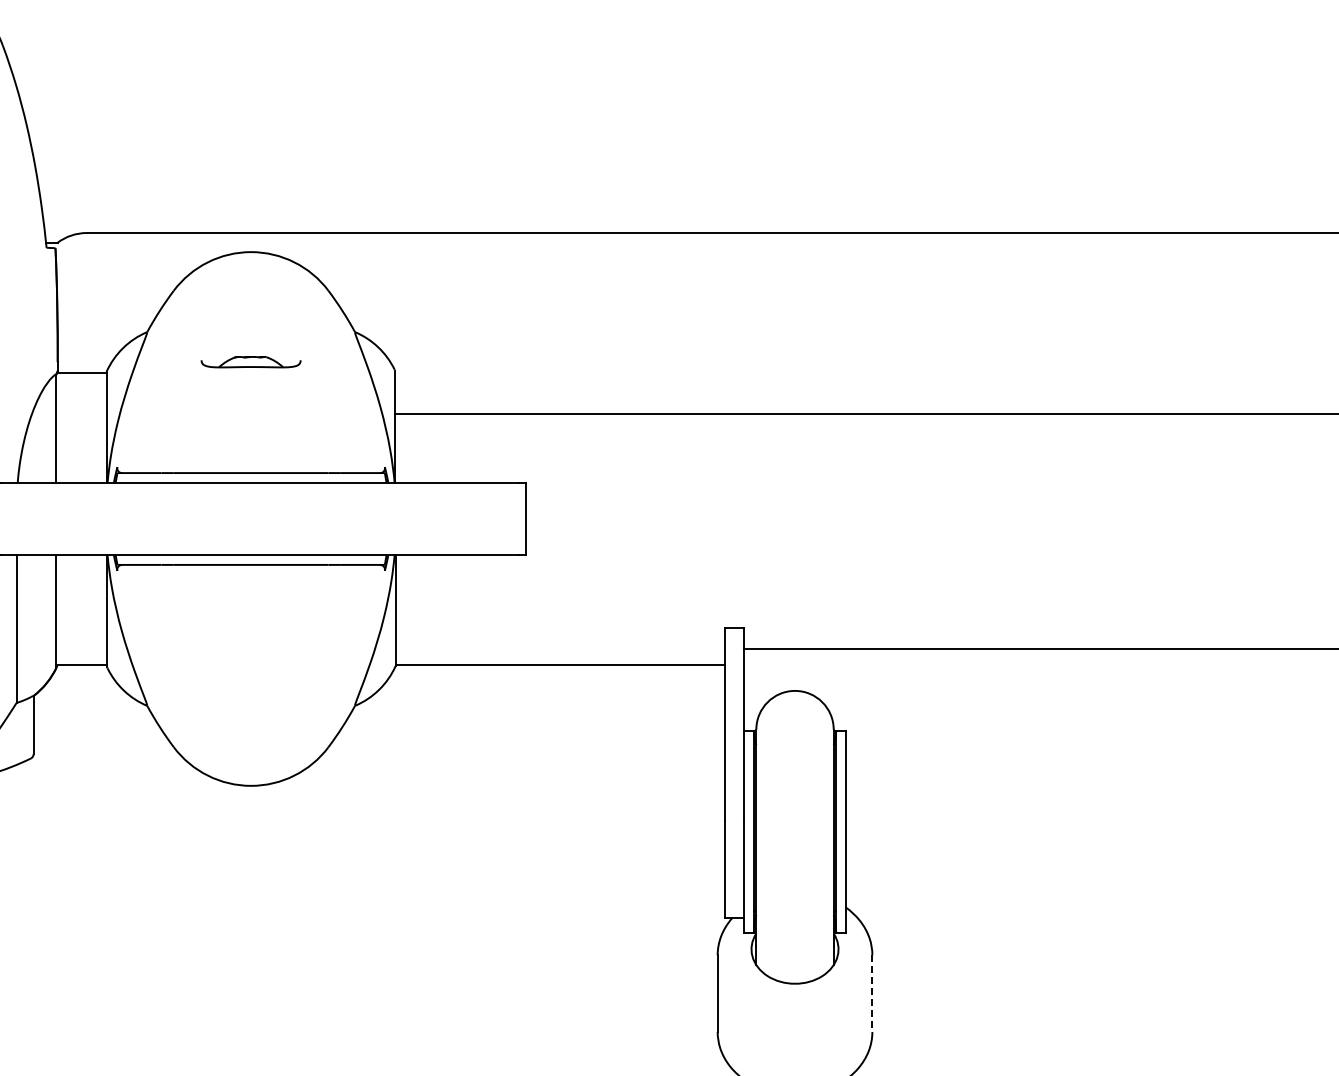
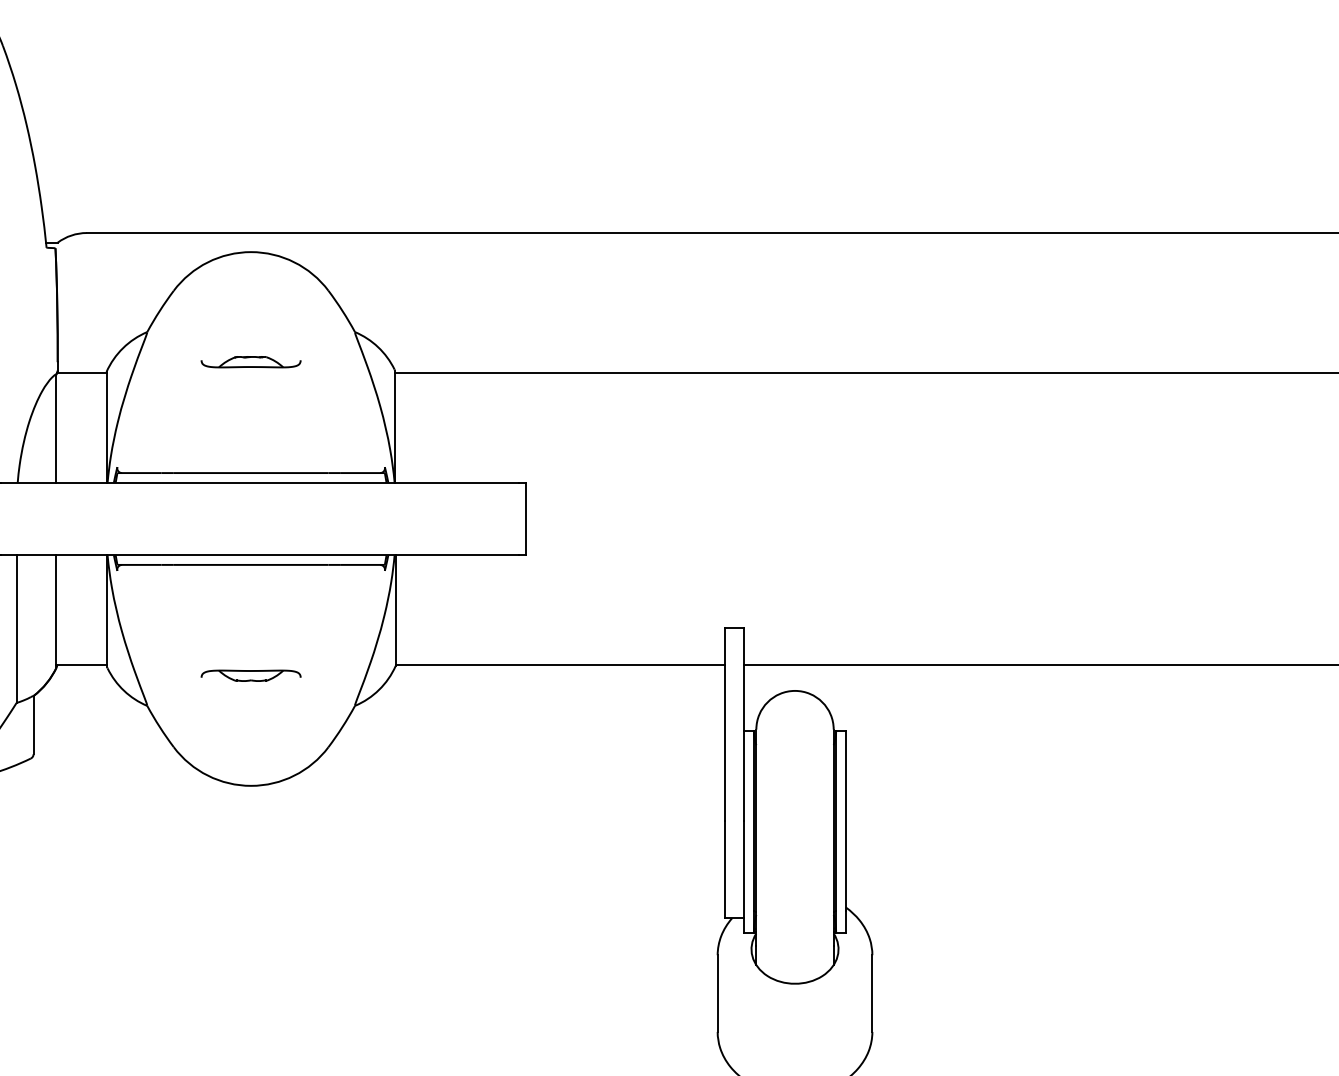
line at (864, 414) position: (864, 414) -> (864, 373)
line at (1039, 648) position: (1039, 648) -> (1039, 664)
part at (250, 675): none -> present
line at (872, 994): dashed -> solid
